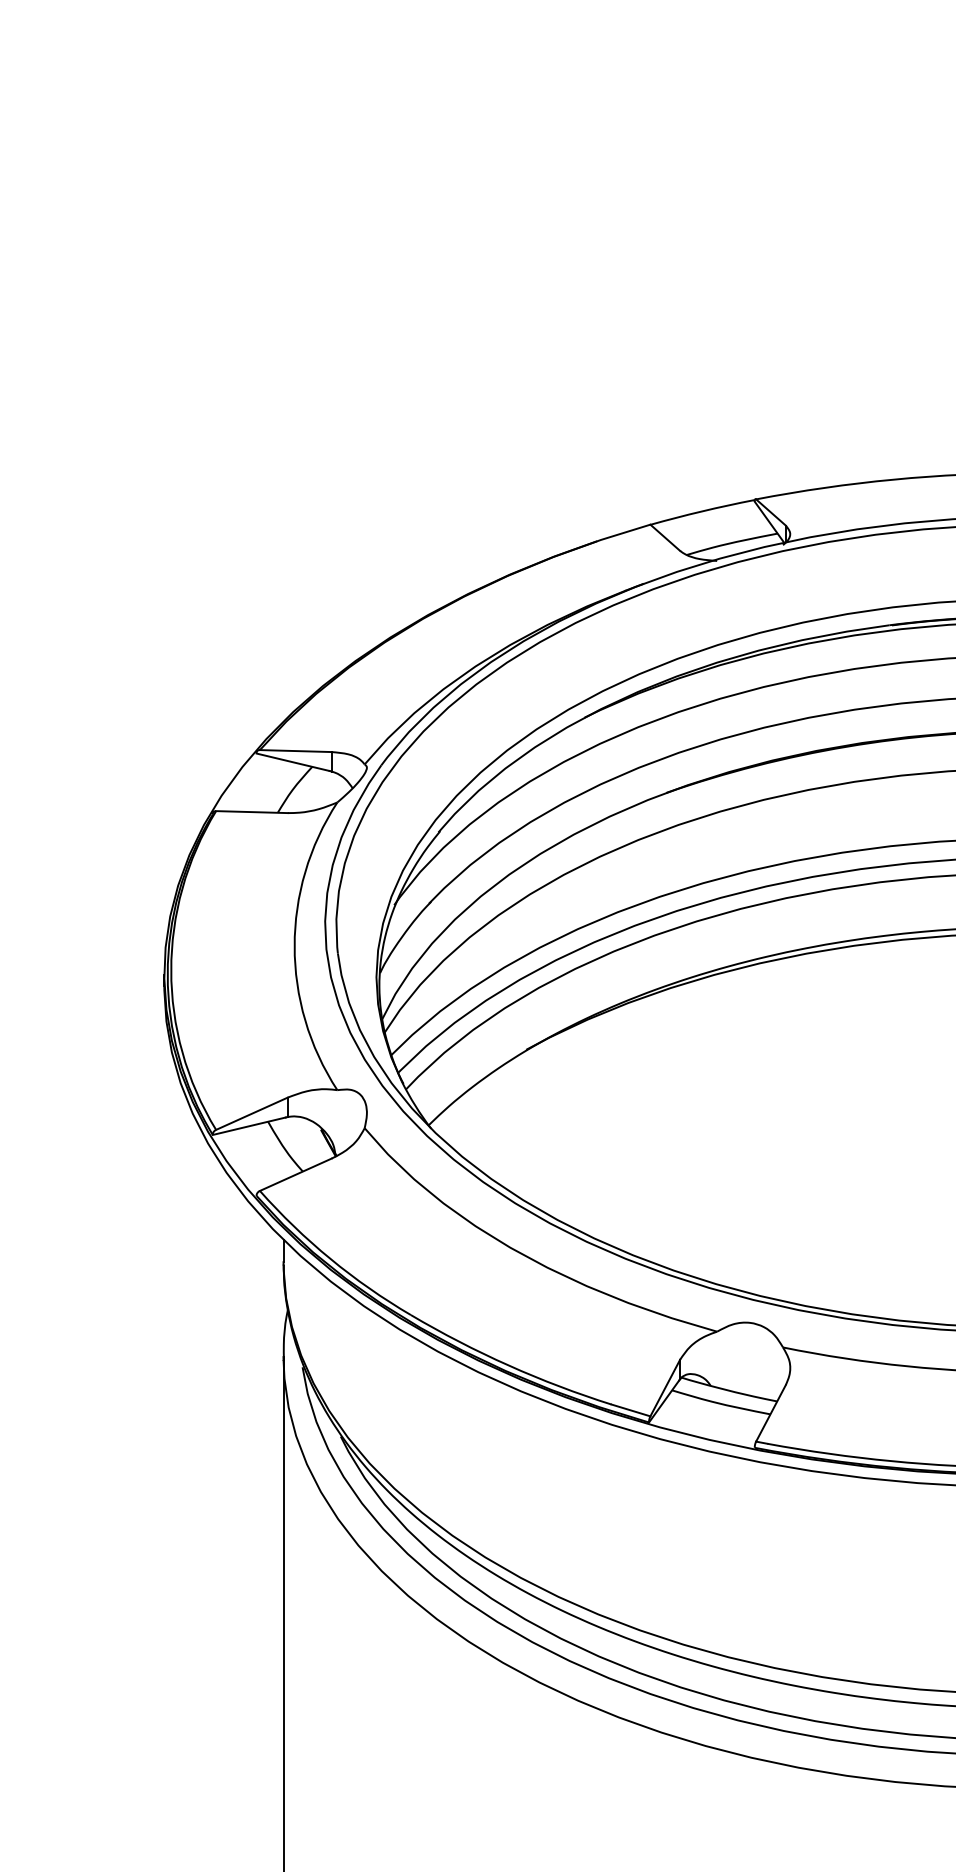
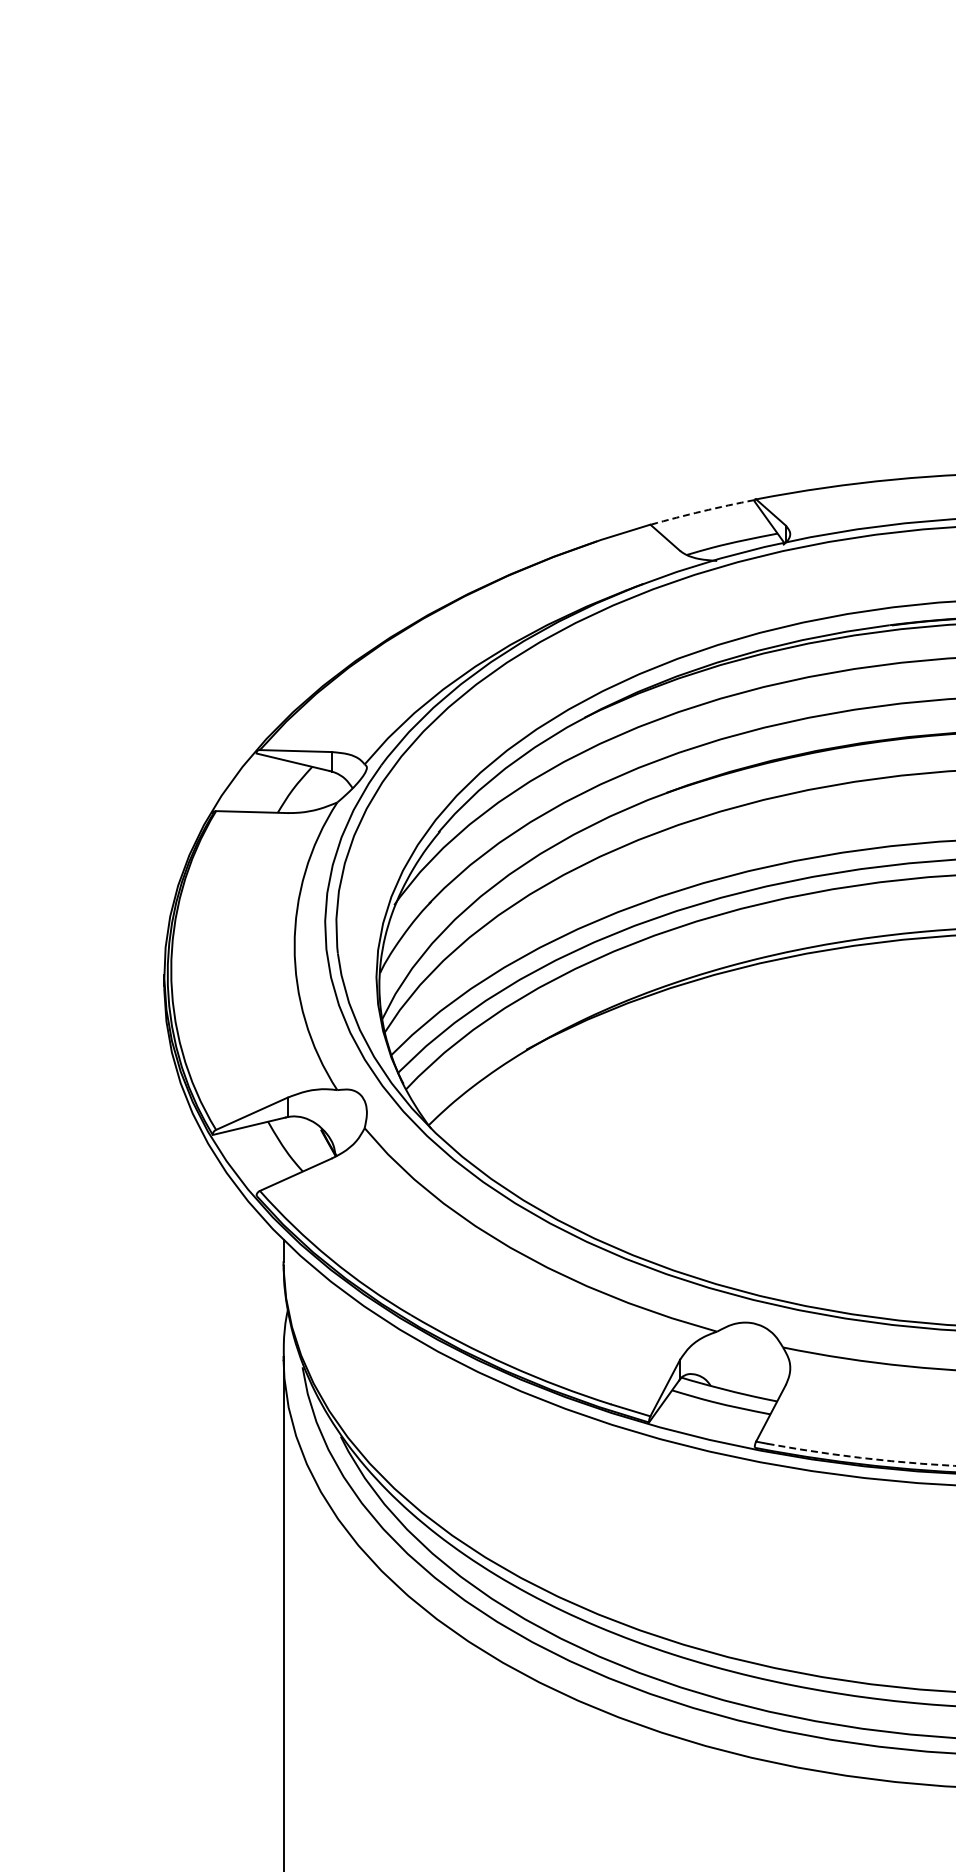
arc at (702, 511): solid -> dashed
arc at (861, 1457): solid -> dashed
